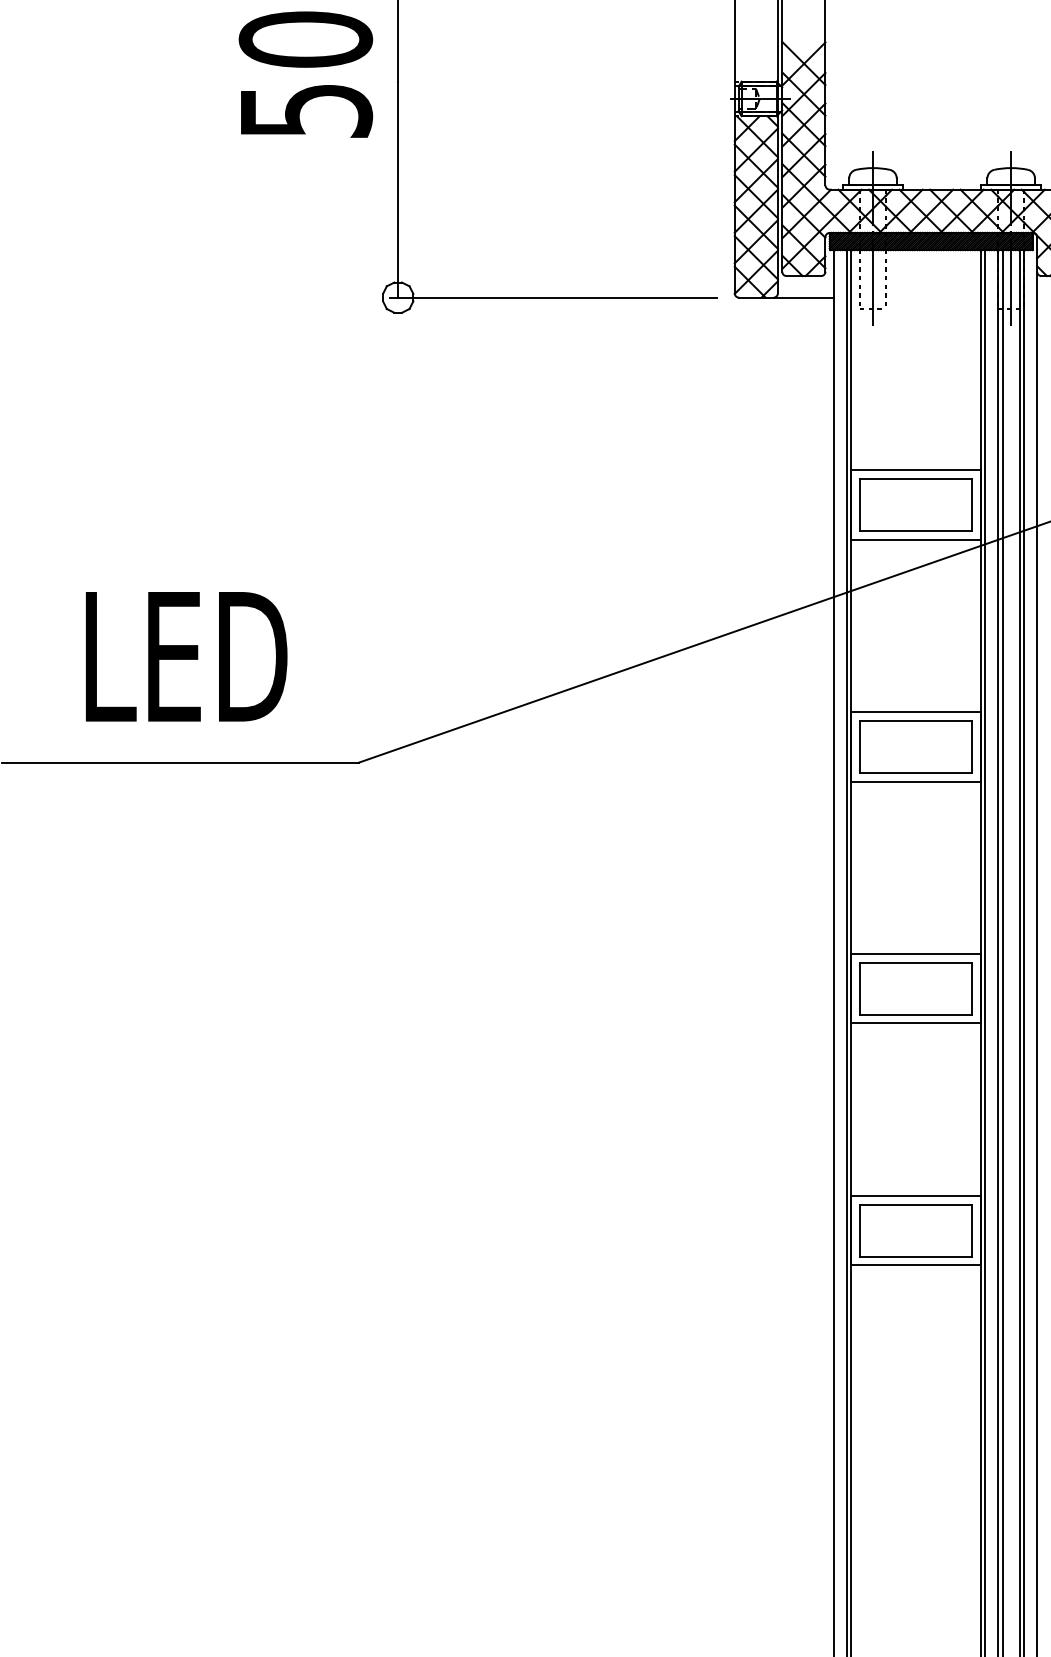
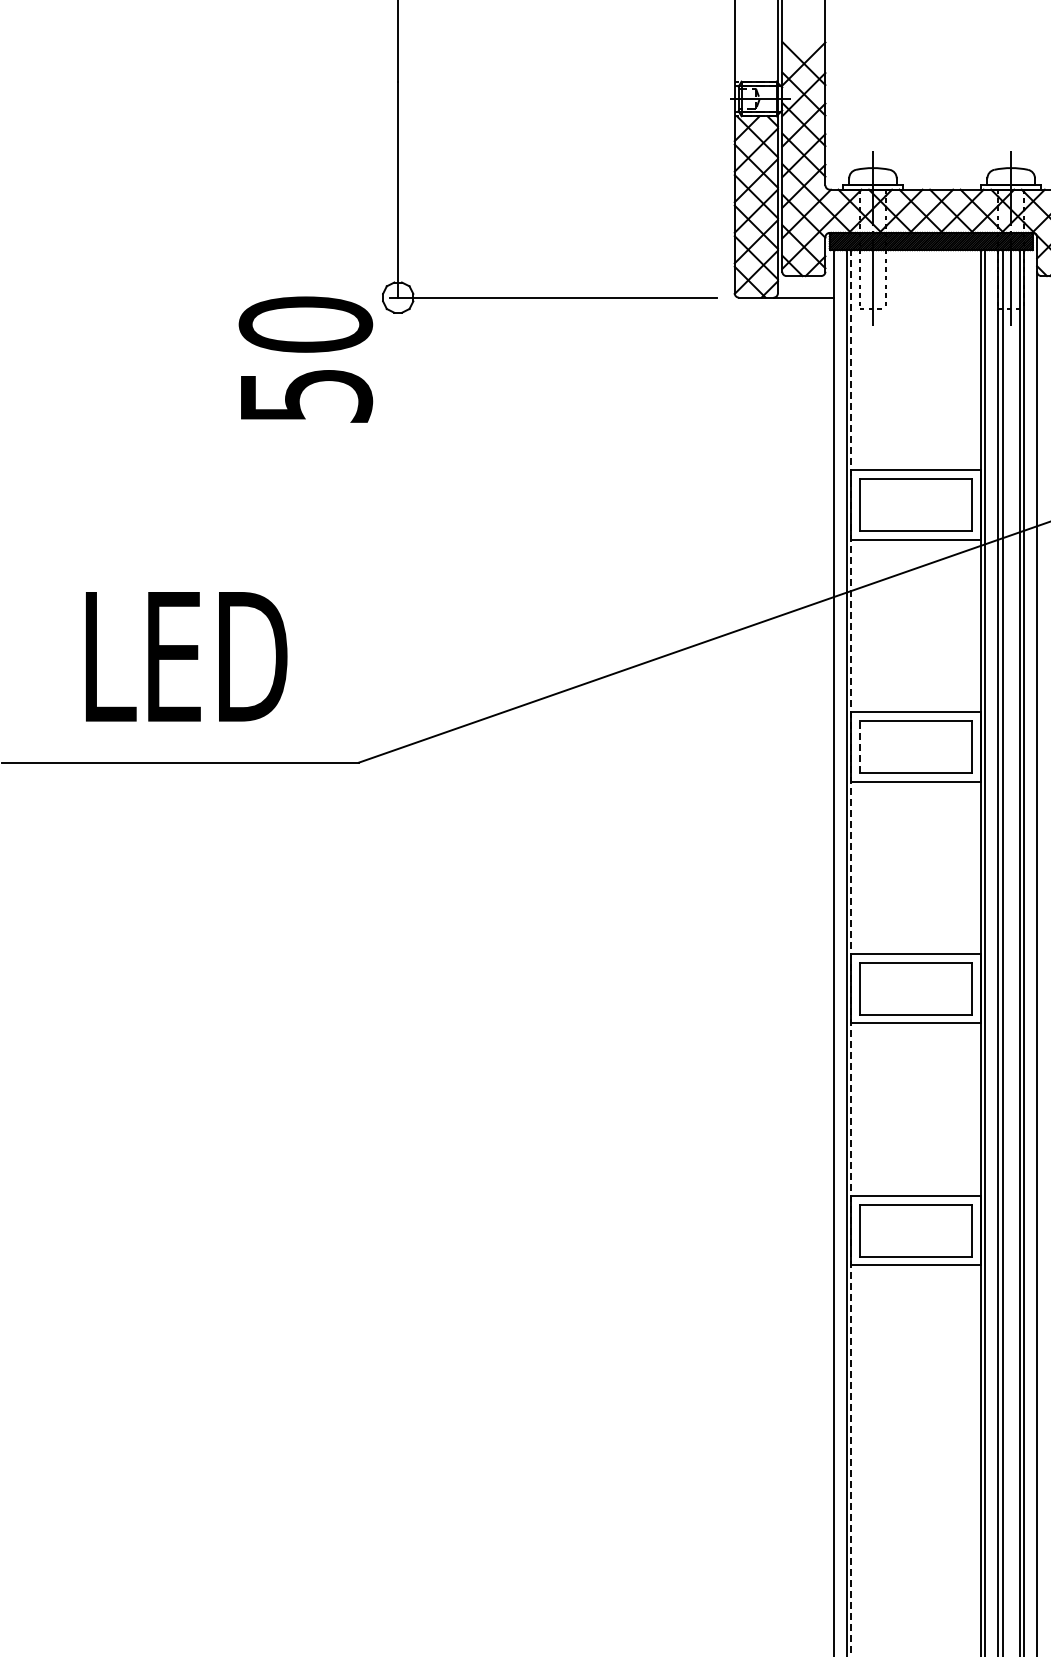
text at (305, 74) position: (305, 74) -> (305, 359)
line at (860, 746): solid -> dashed
line at (851, 952): solid -> dashed
